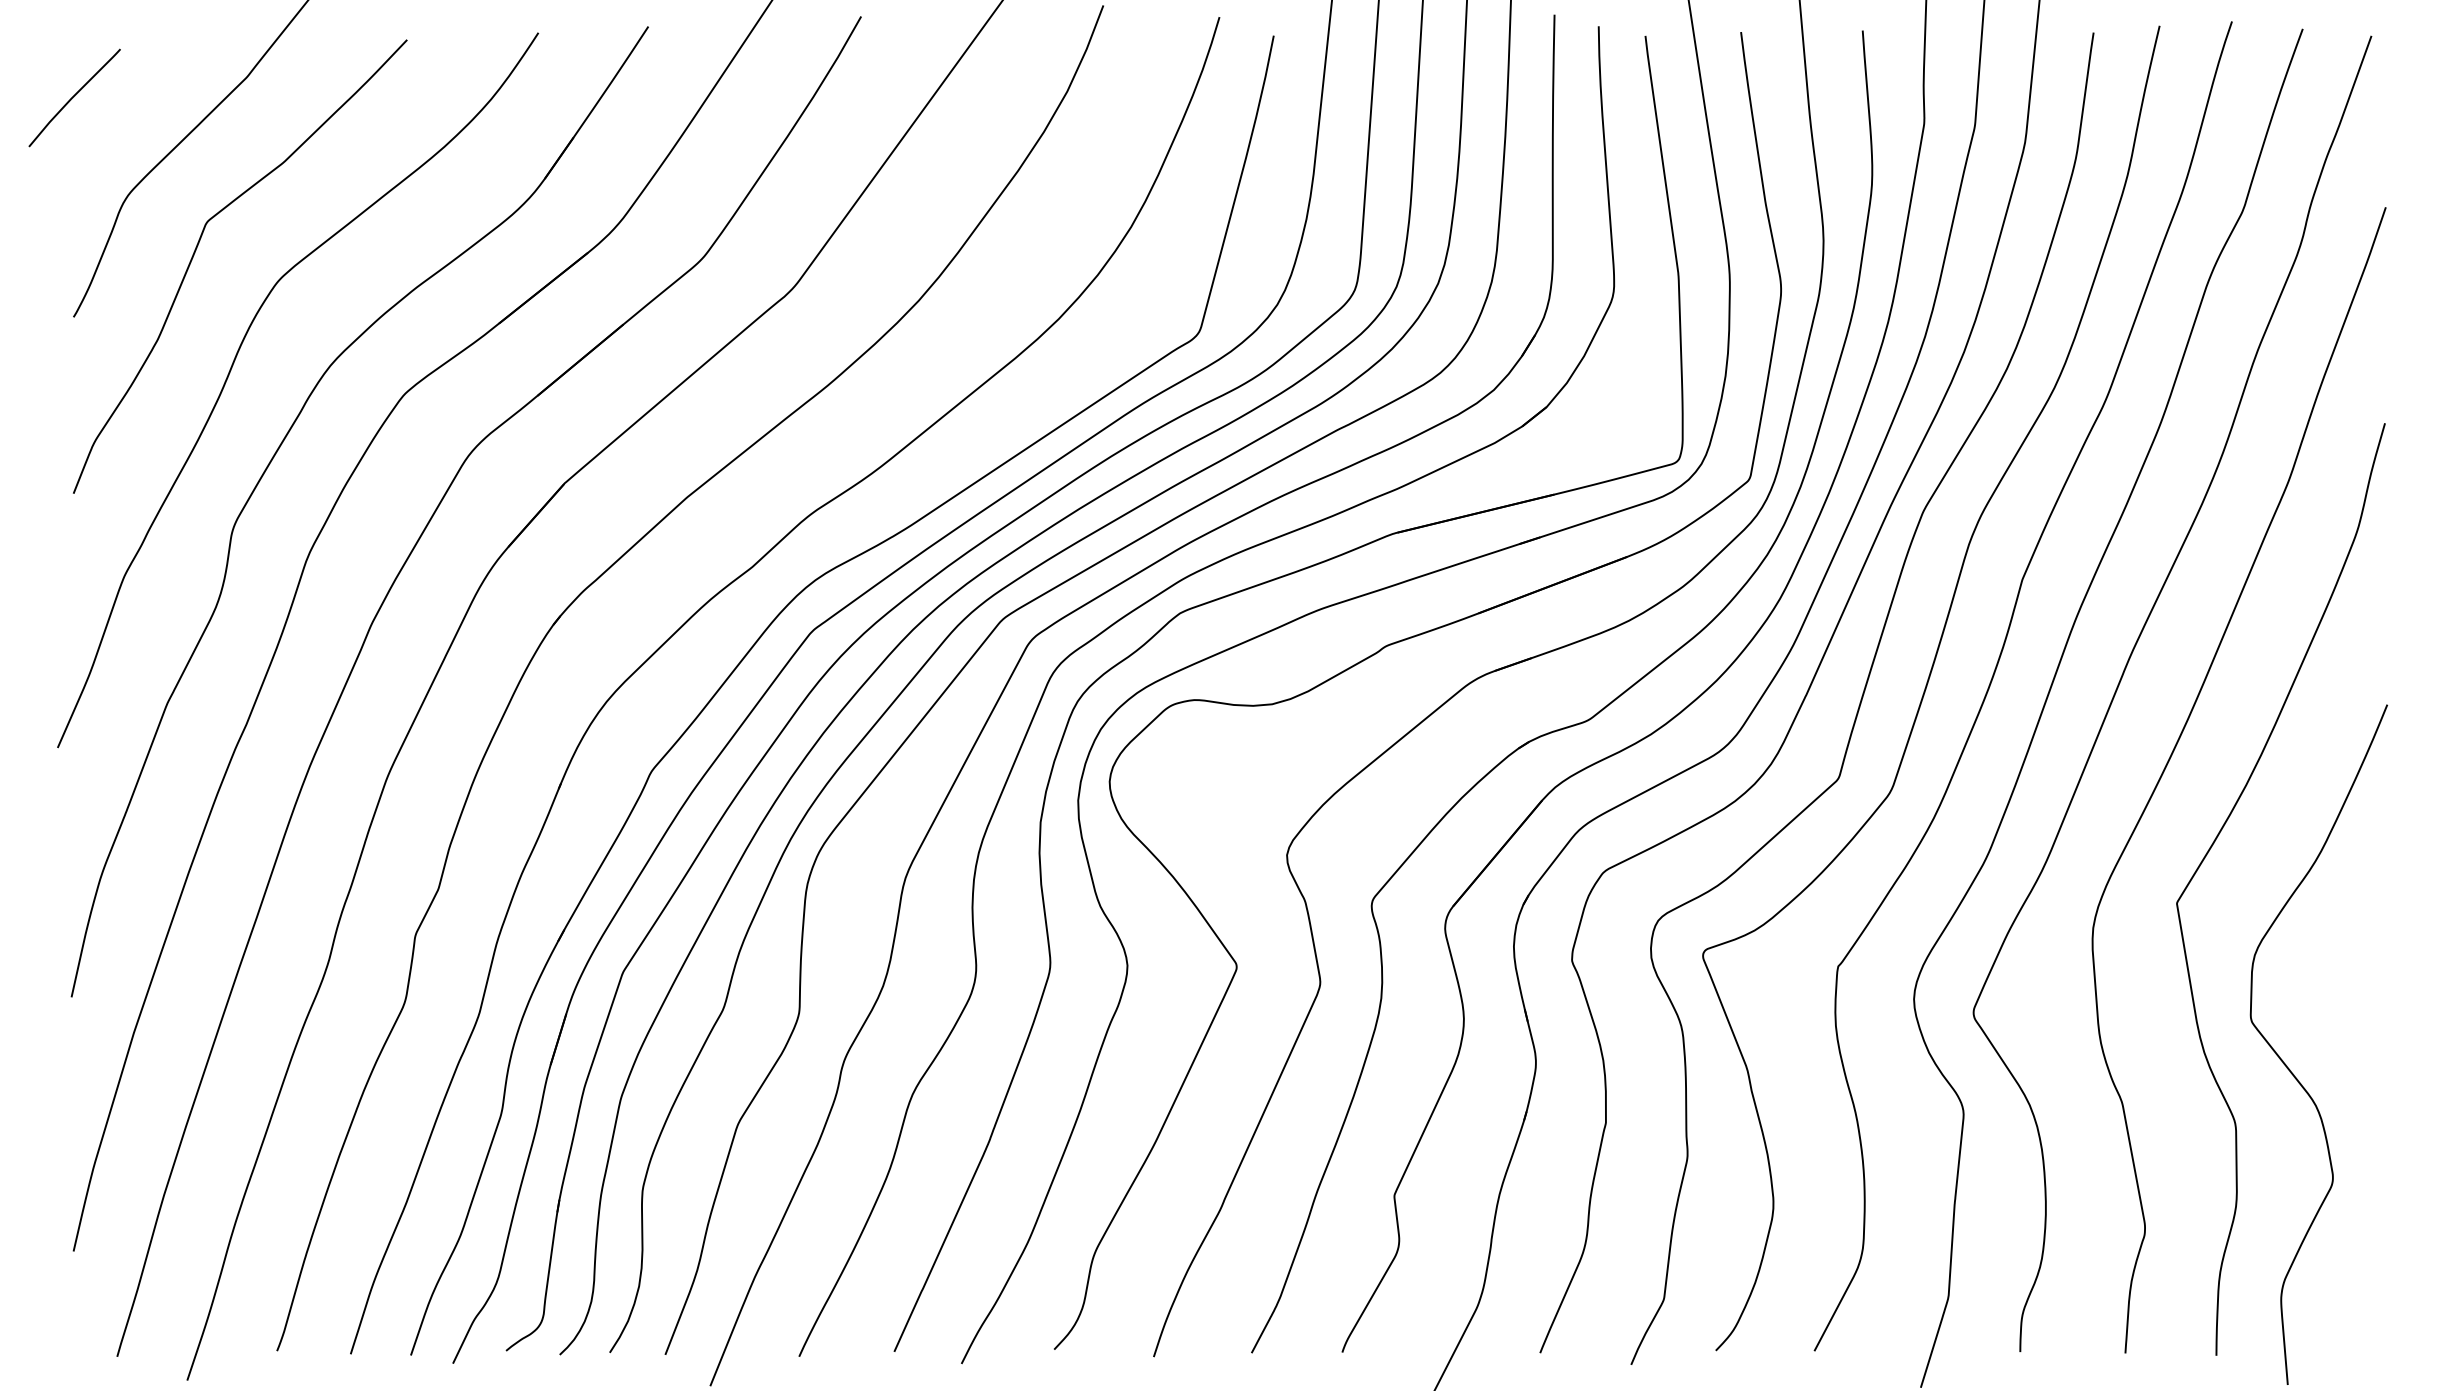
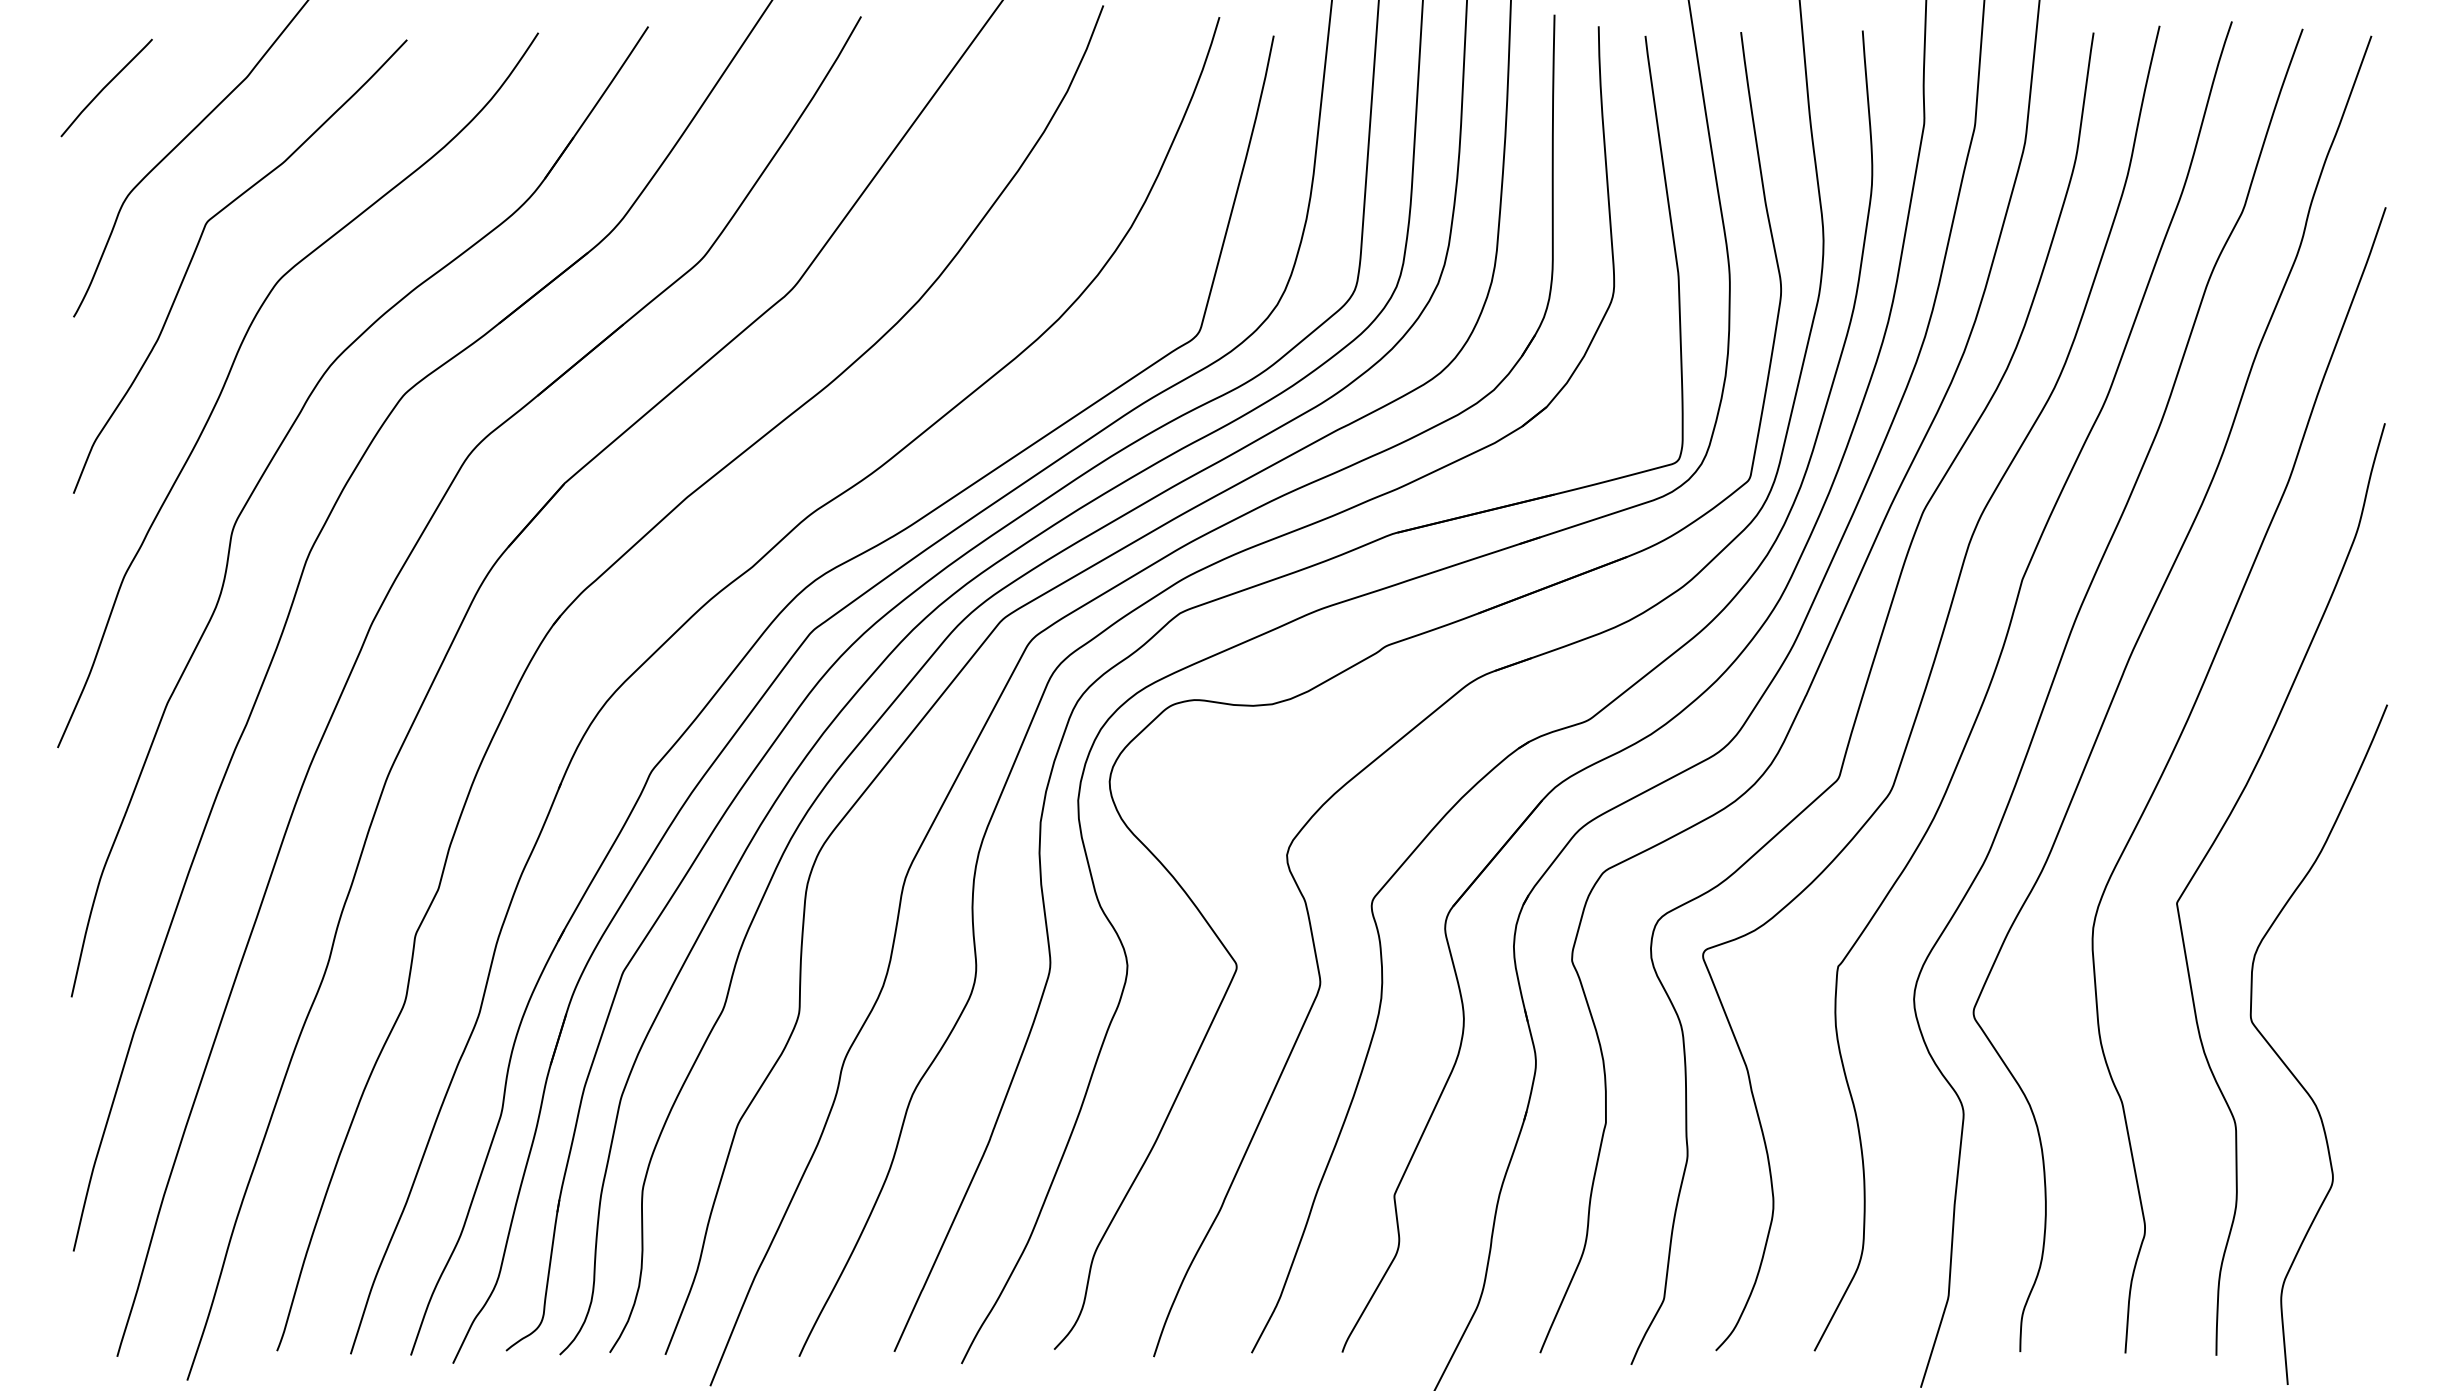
curve at (74, 97) position: (74, 97) -> (106, 87)
